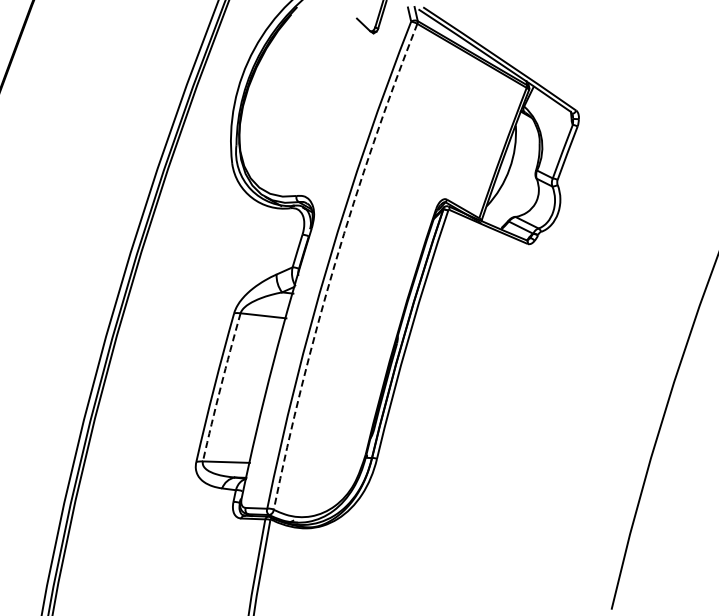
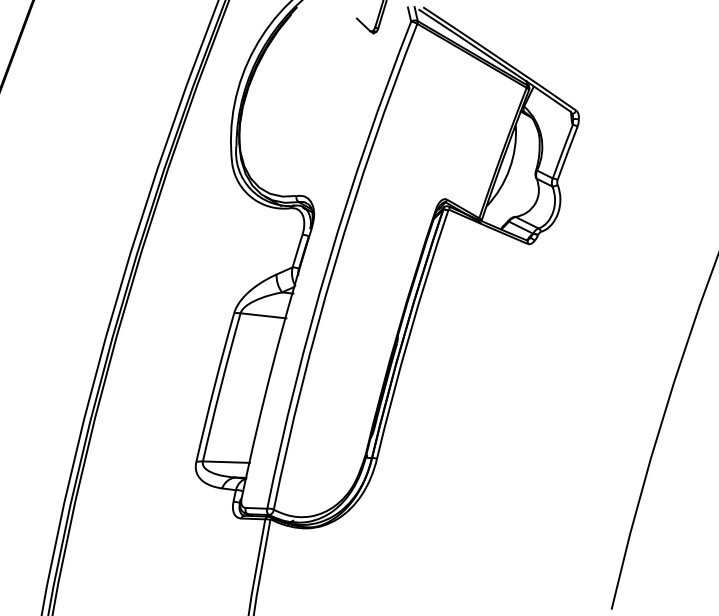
arc at (335, 263): dashed -> solid
arc at (220, 387): dashed -> solid
